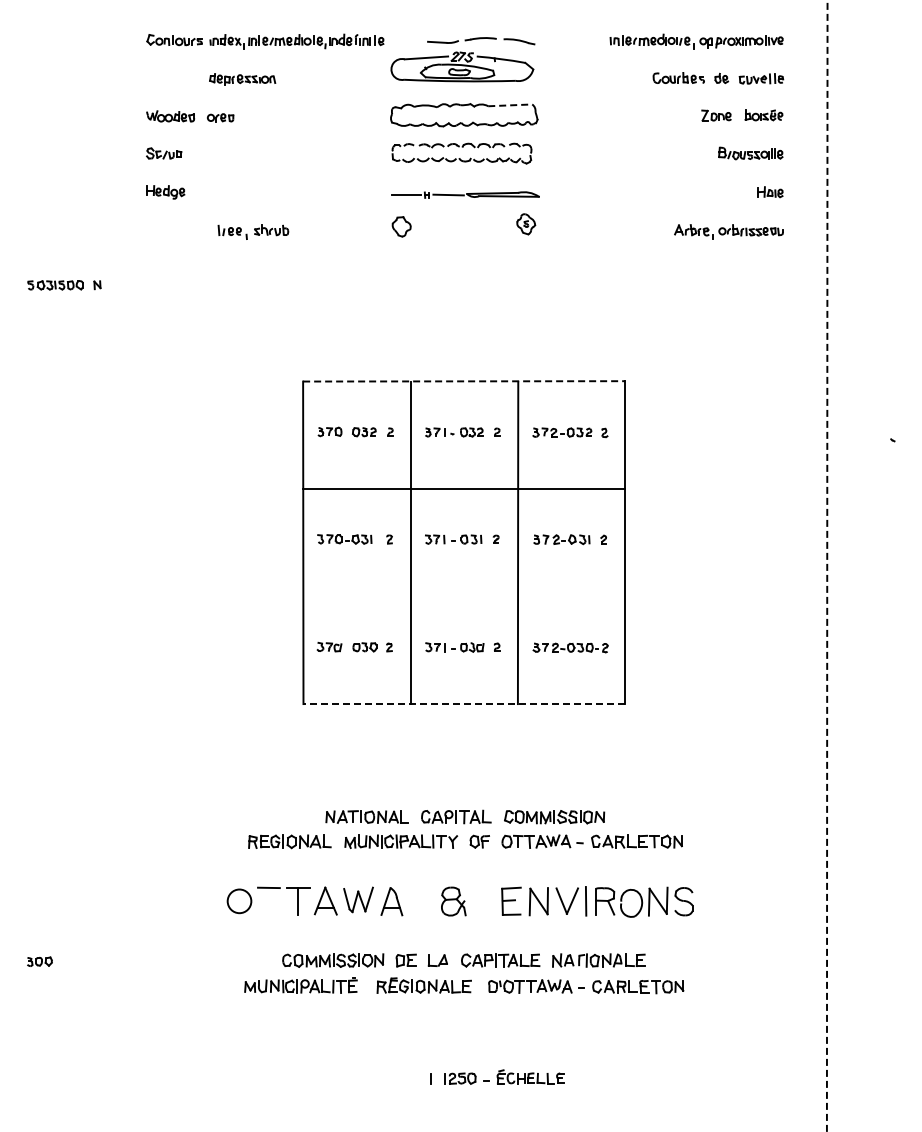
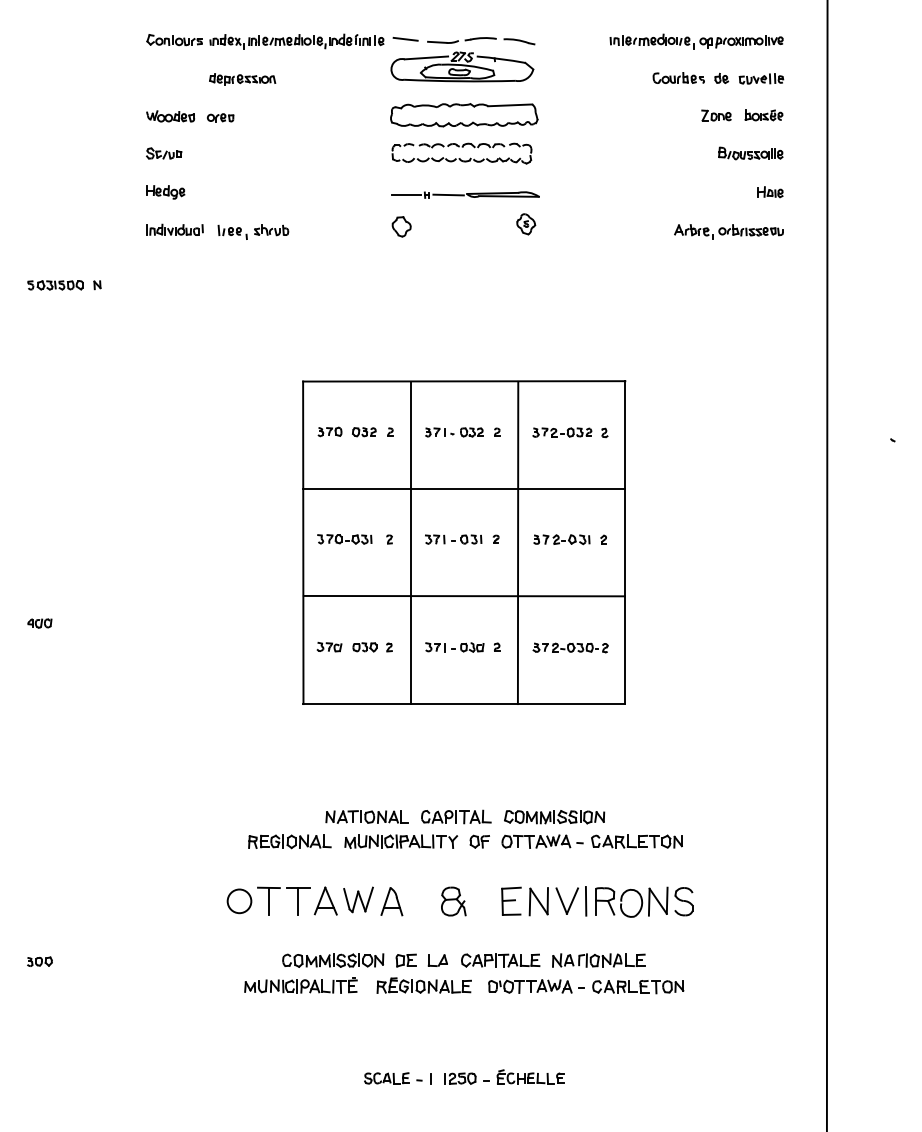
line at (405, 38): none -> present
line at (510, 105): dashed -> solid
part at (174, 229): none -> present
line at (464, 381): dashed -> solid
line at (827, 566): dashed -> solid
line at (463, 595): none -> present
part at (39, 623): none -> present
line at (464, 704): dashed -> solid
line at (268, 901): none -> present
part at (393, 1078): none -> present
